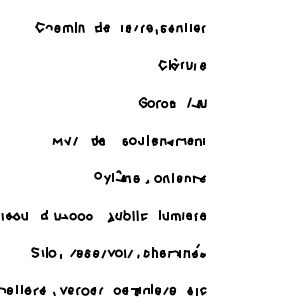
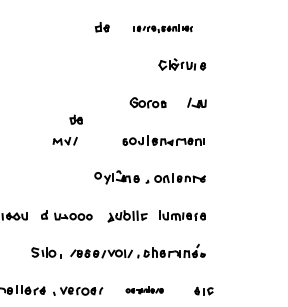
part at (59, 27): present -> none
part at (163, 28) size: 85x12 px -> 60x10 px
part at (156, 102) position: (156, 102) -> (147, 102)
part at (97, 140) position: (97, 140) -> (75, 119)
part at (144, 290) size: 63x13 px -> 39x9 px
part at (196, 290) position: (196, 290) -> (203, 290)
